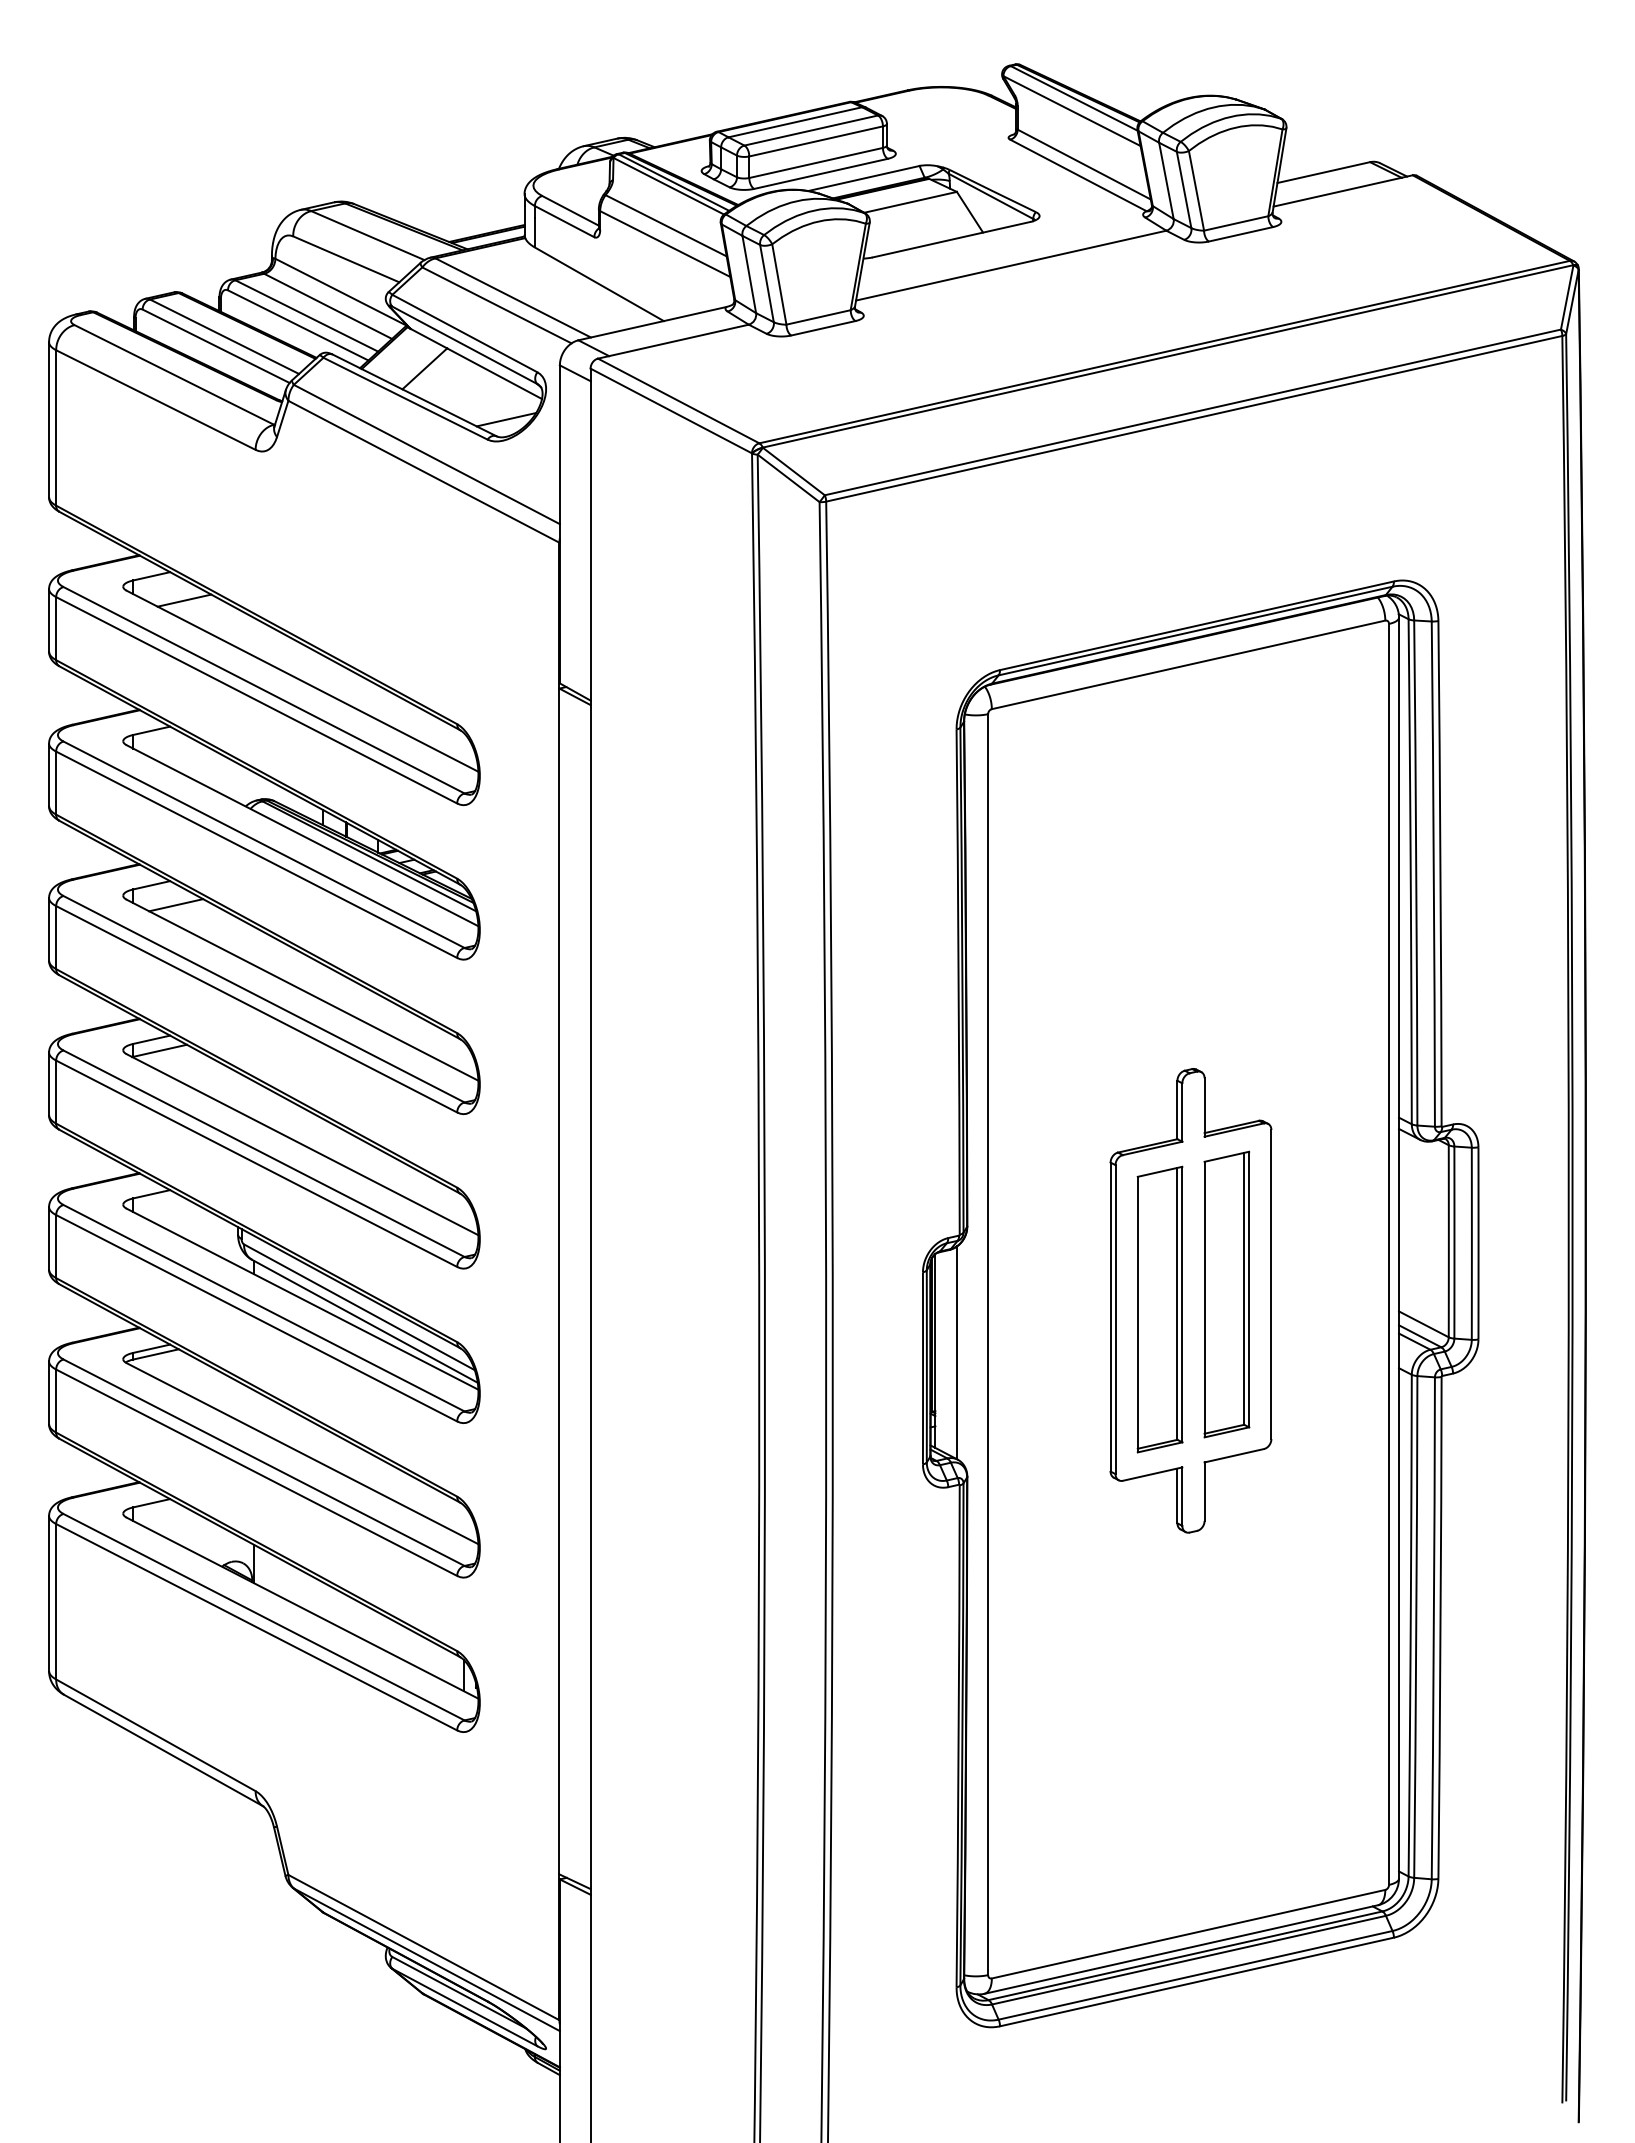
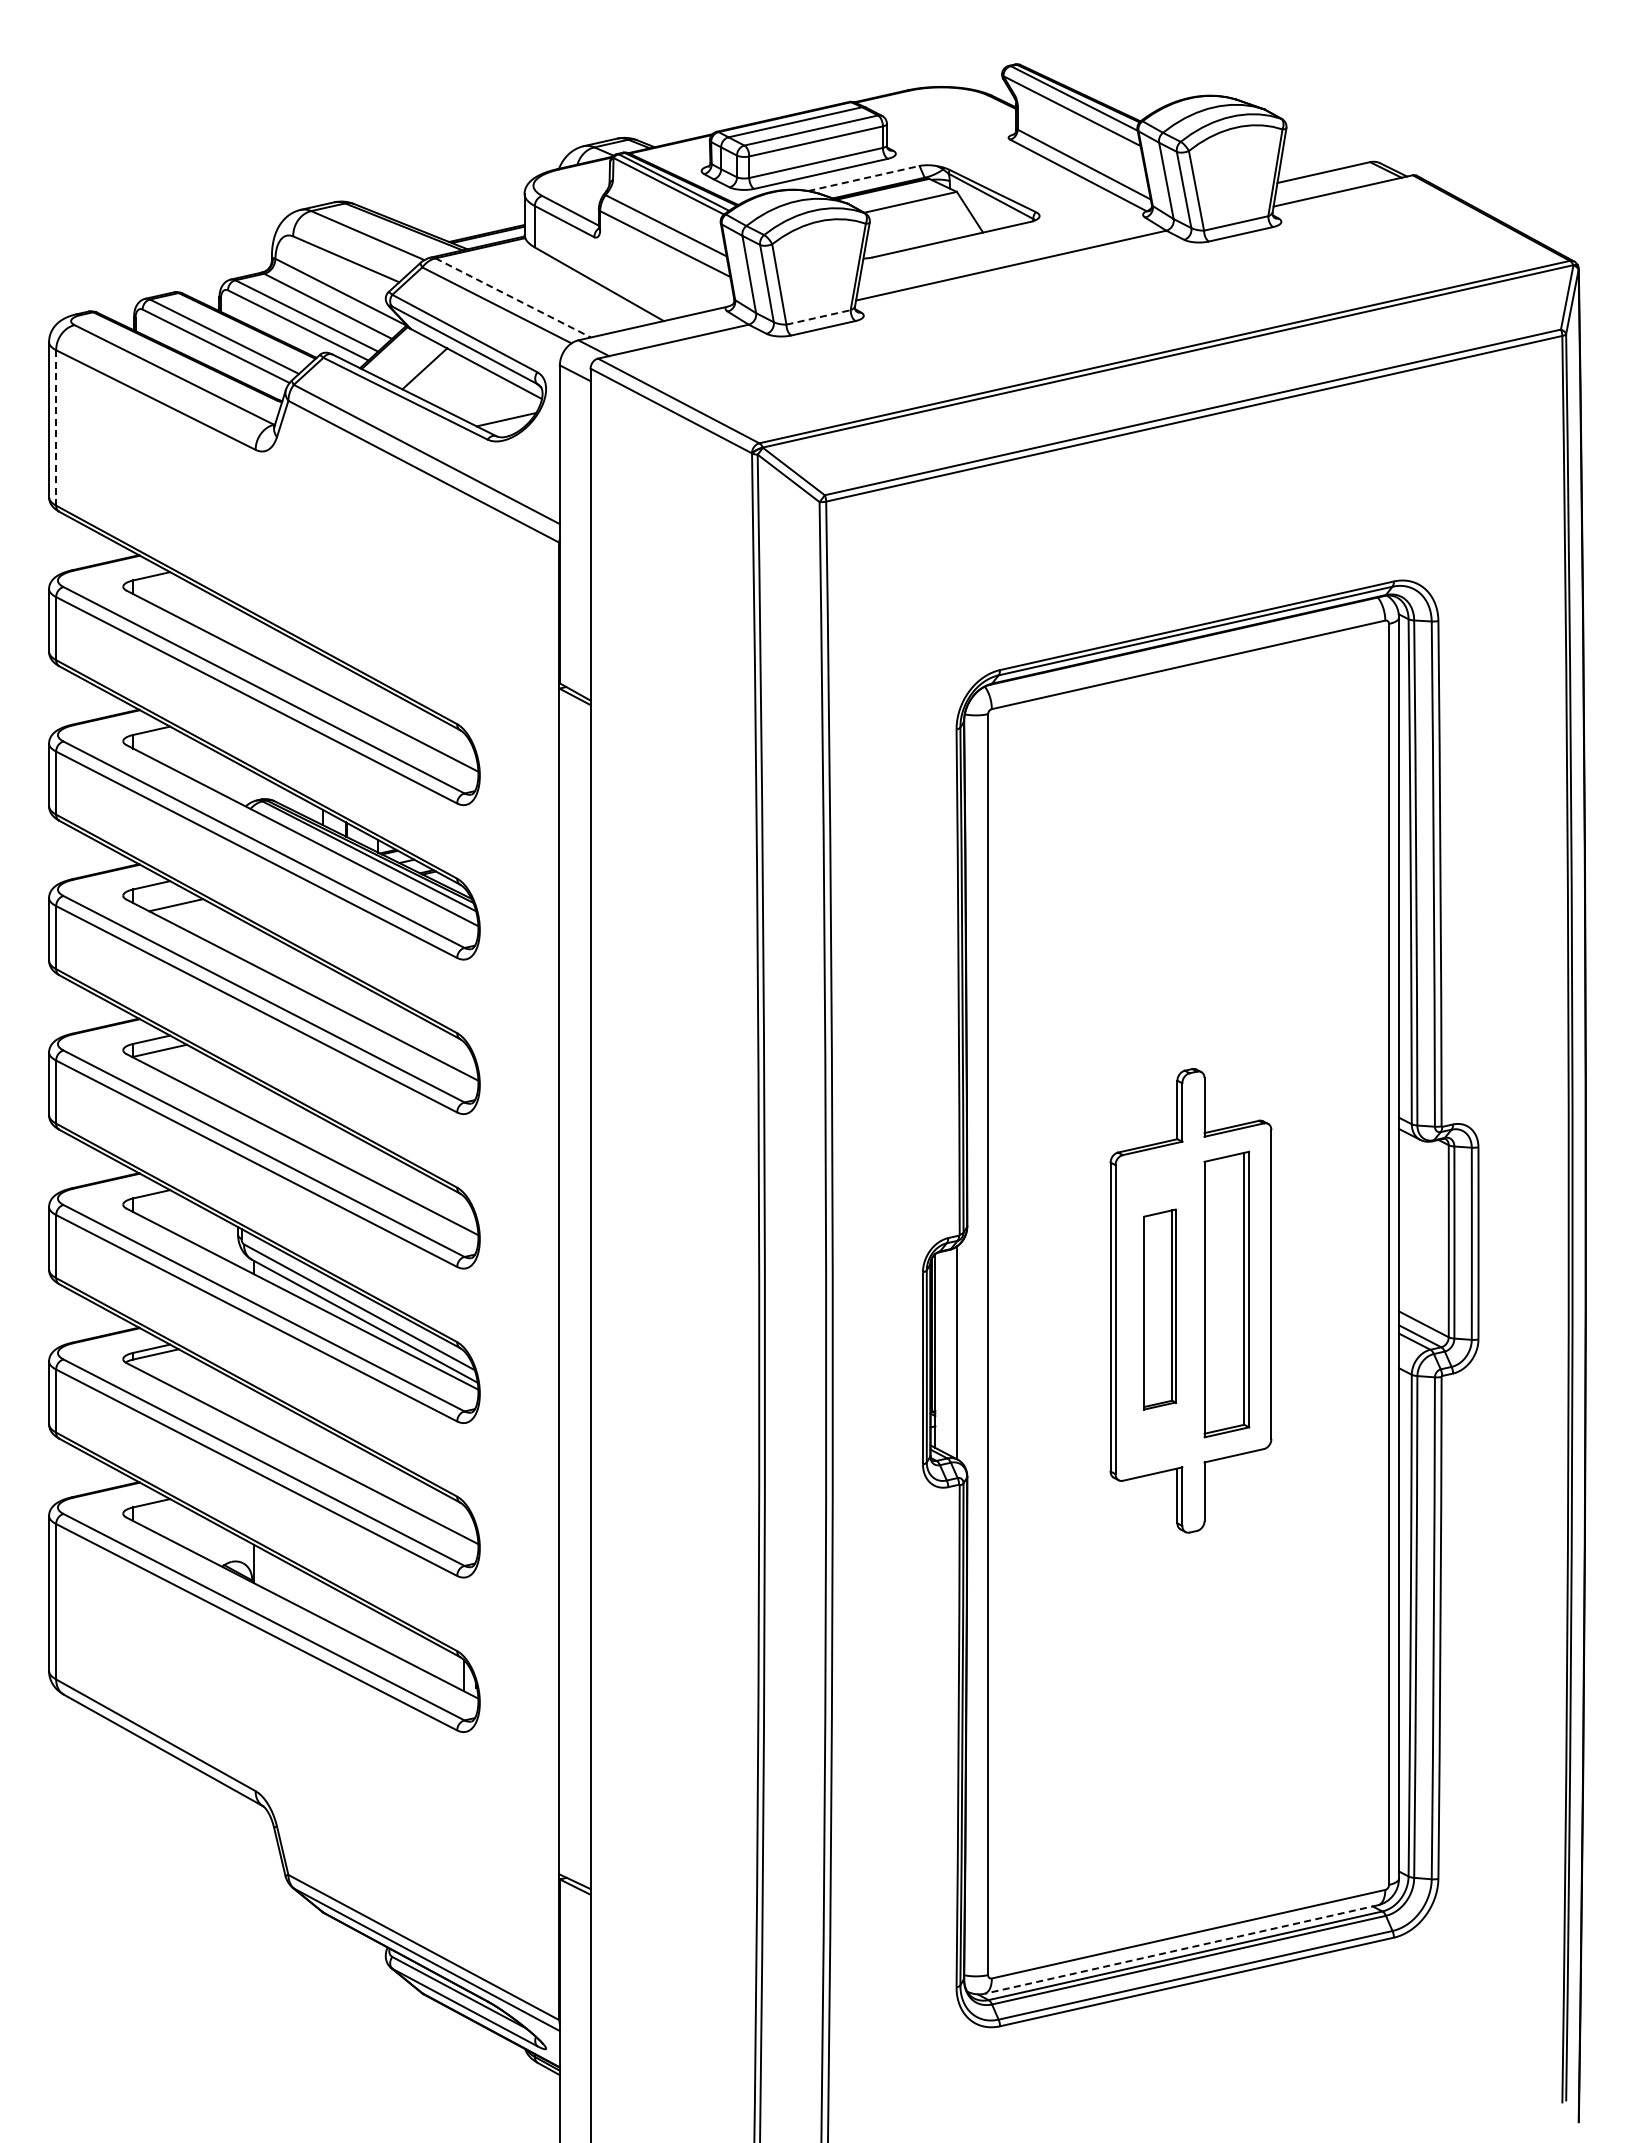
line at (864, 178): solid -> dashed
line at (513, 298): solid -> dashed
line at (818, 317): solid -> dashed
line at (56, 427): solid -> dashed
line at (184, 600): present -> none
part at (1159, 1309) size: 48x289 px -> 34x203 px
line at (1181, 1949): solid -> dashed
